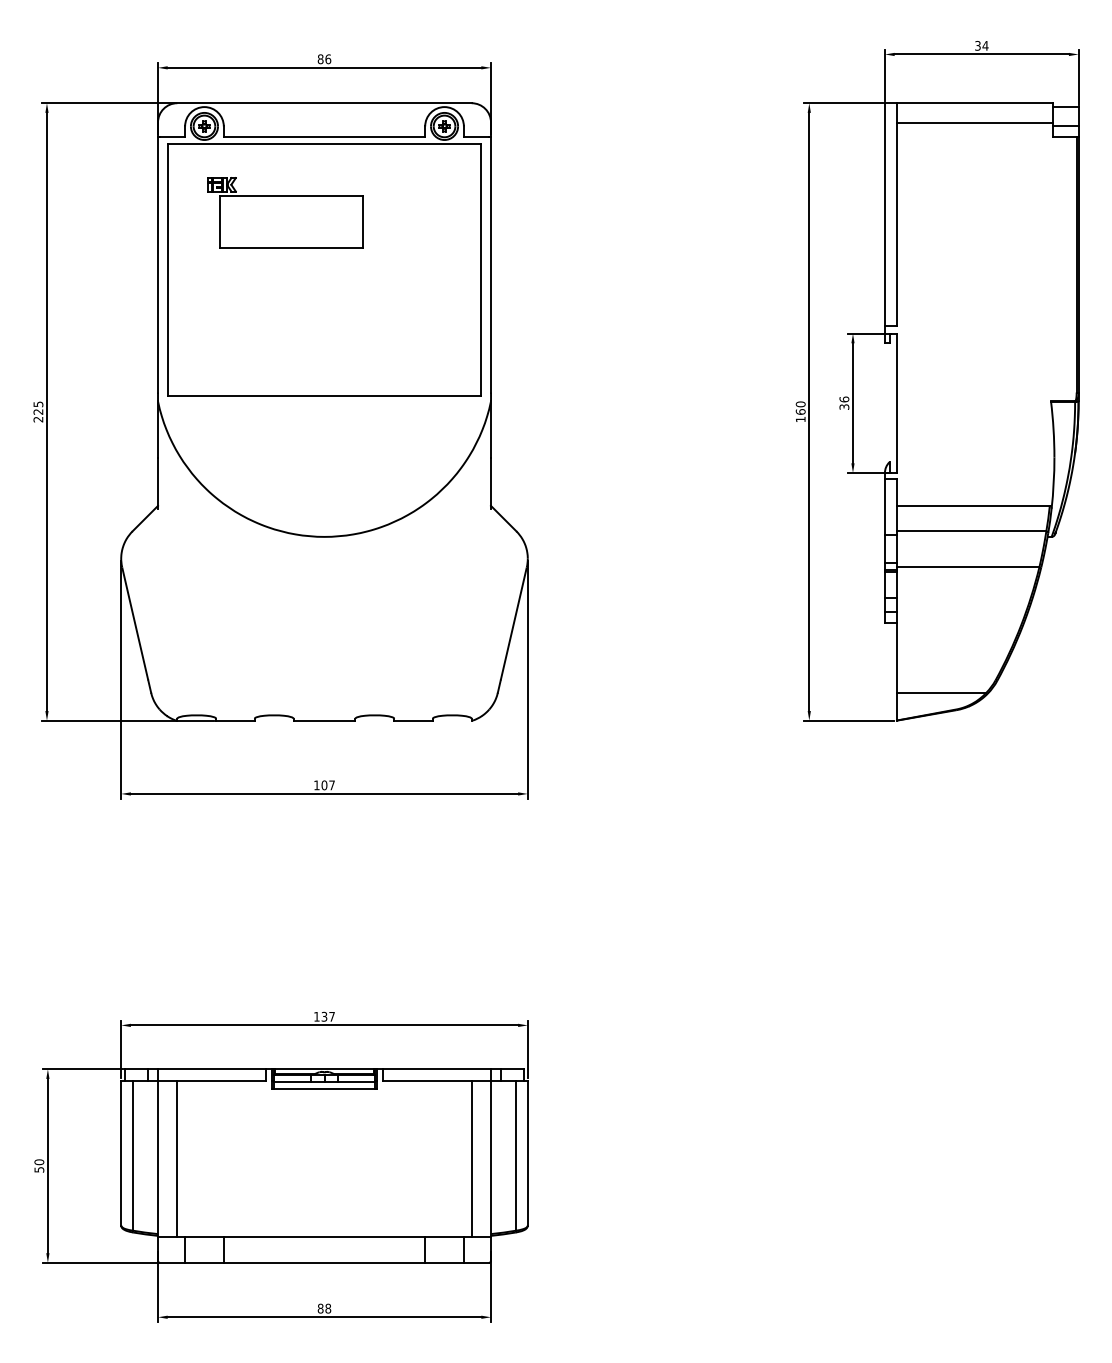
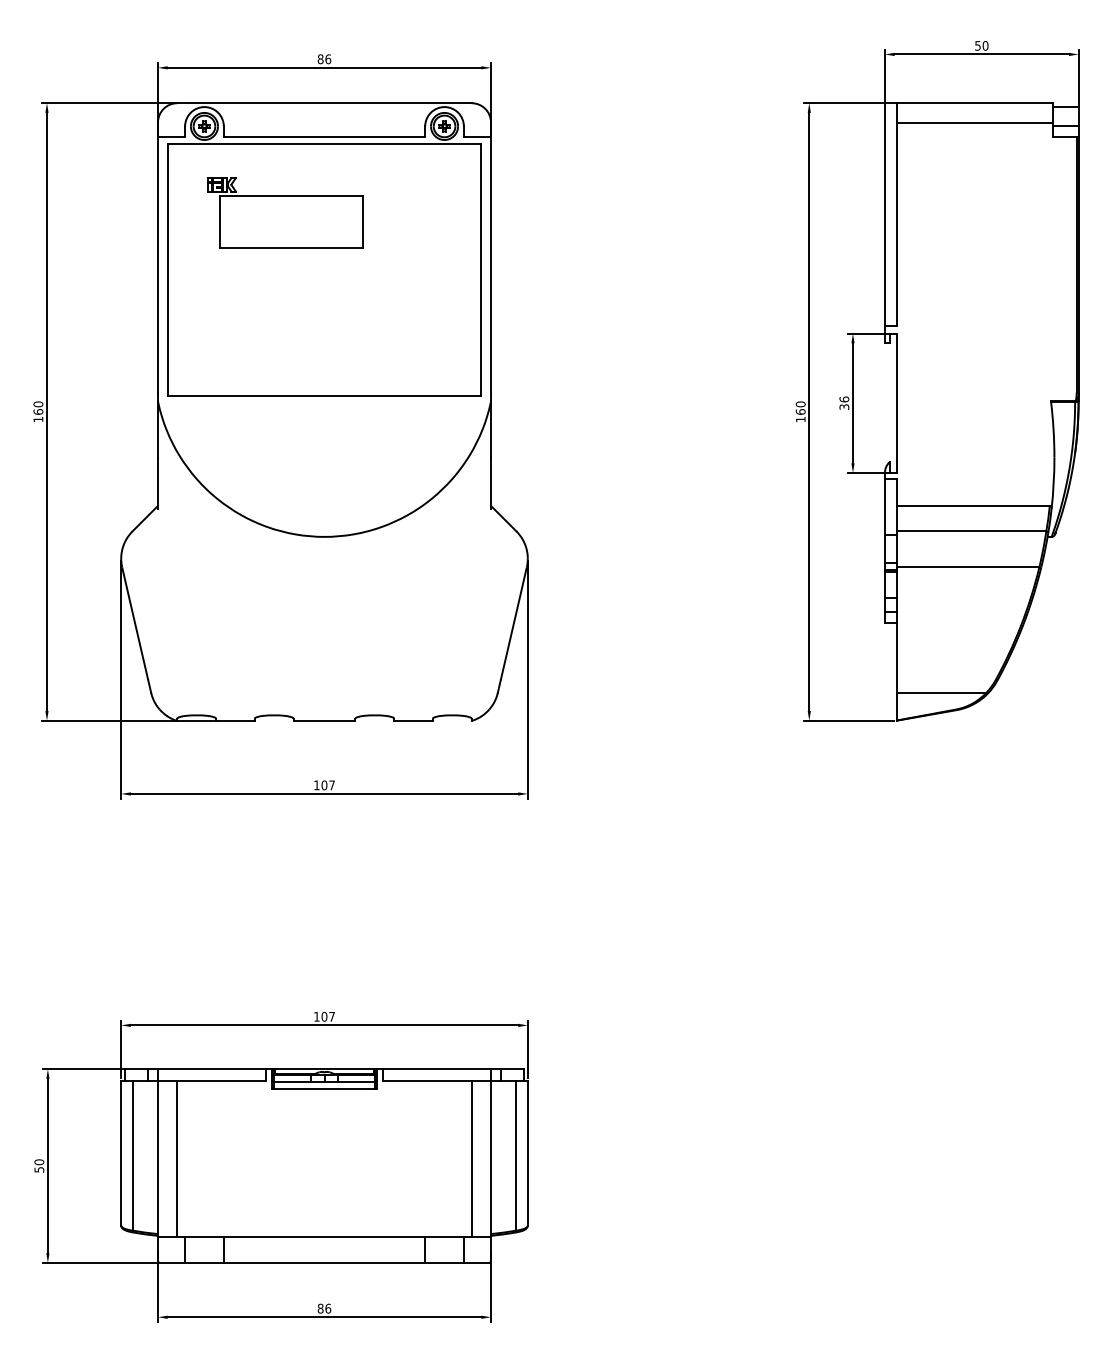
text at (981, 45): 34 -> 50
text at (38, 411): 225 -> 160
text at (324, 1016): 137 -> 107
text at (328, 1308): 88 -> 86
